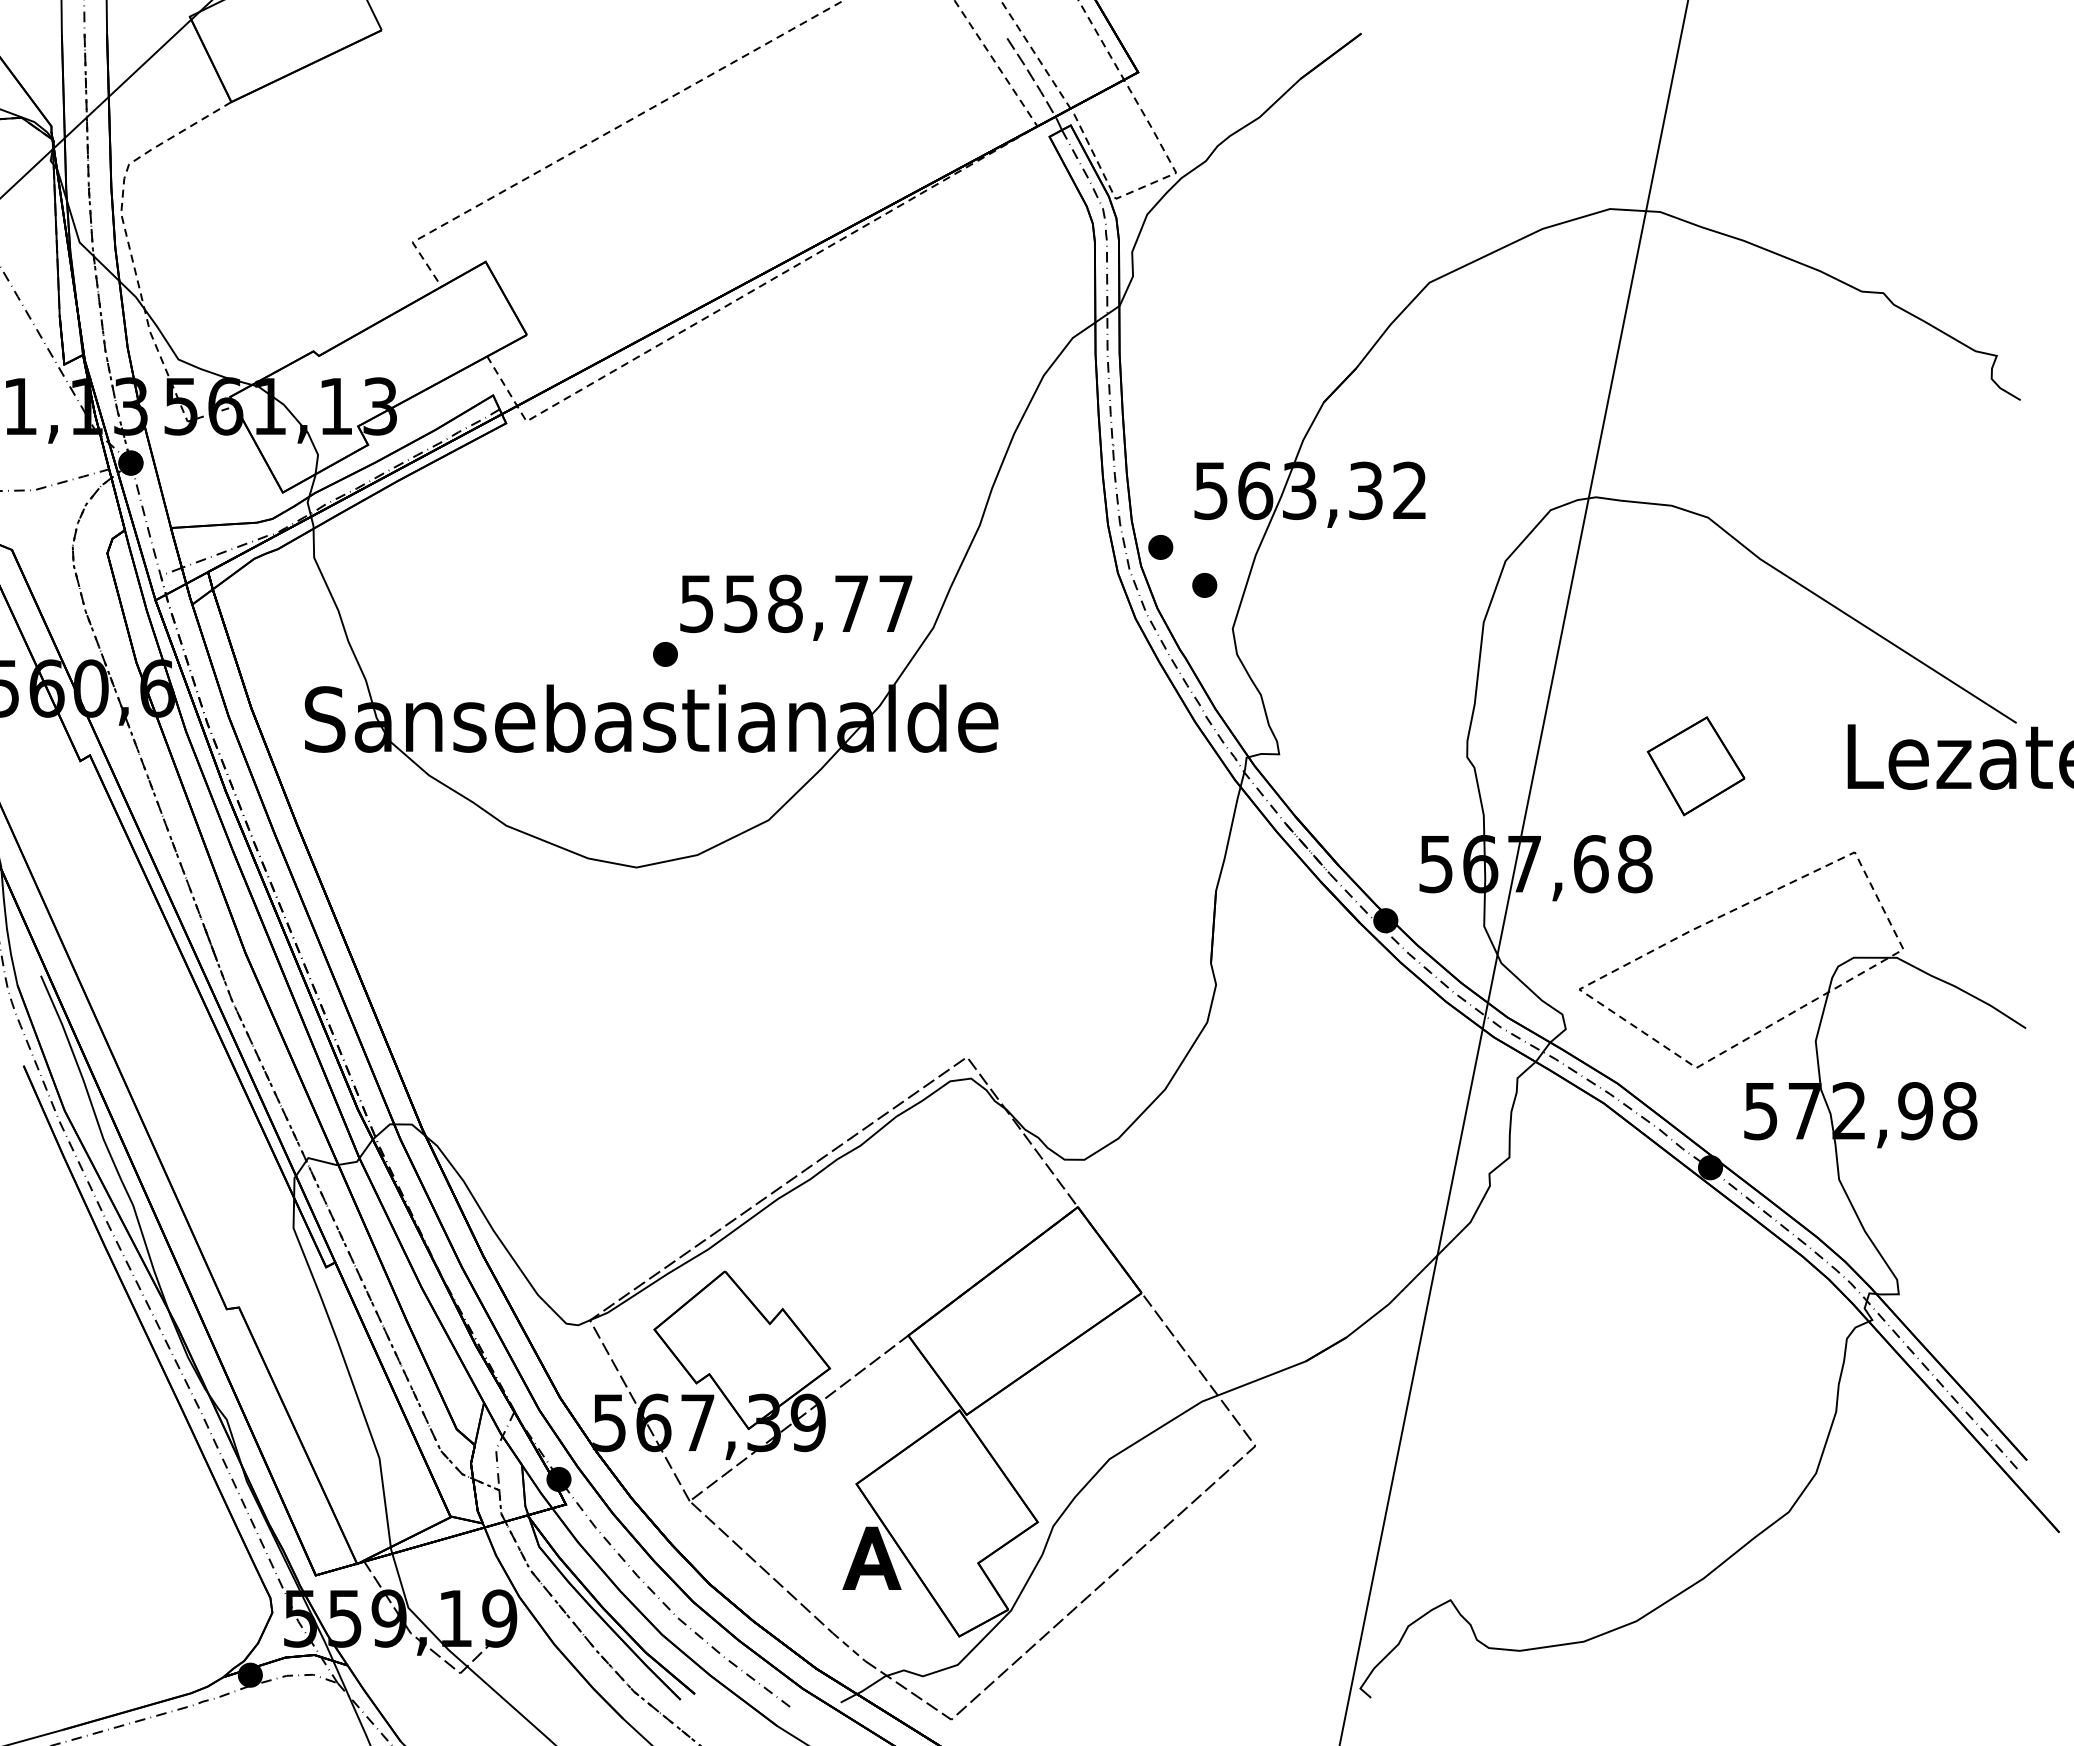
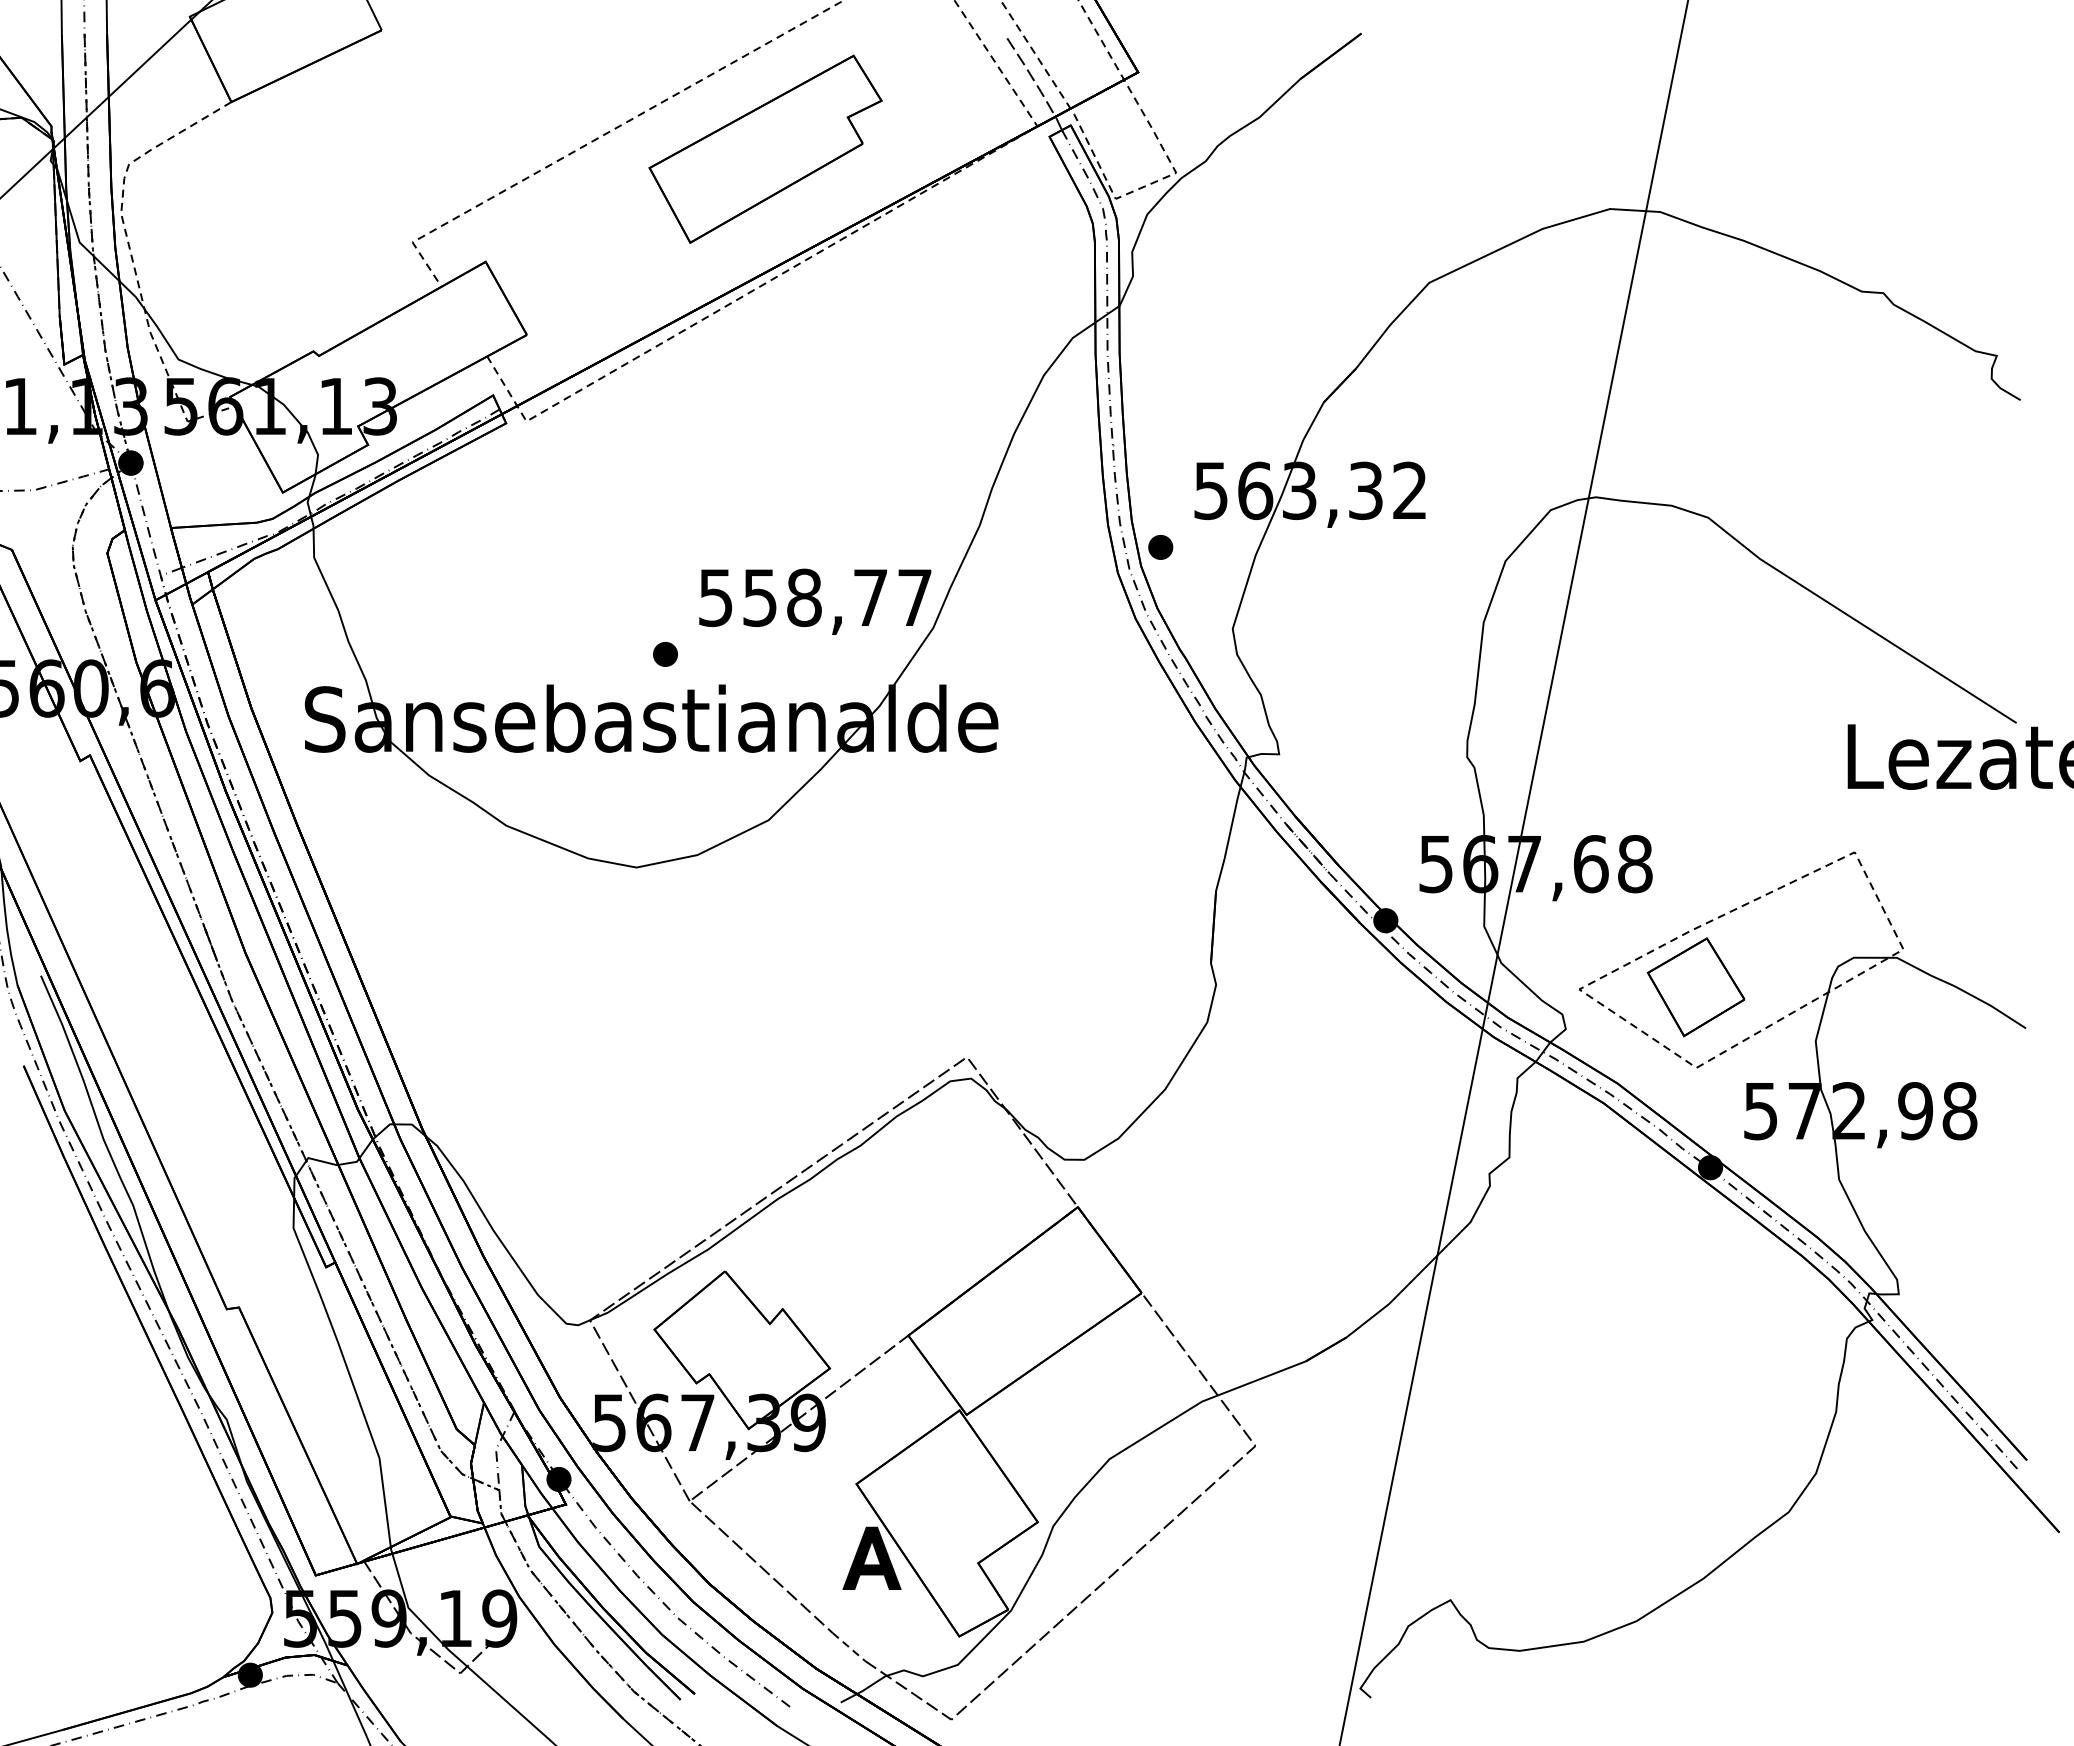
part at (765, 148): none -> present
part at (1204, 585): present -> none
text at (796, 607) position: (796, 607) -> (815, 601)
part at (1695, 766) position: (1695, 766) -> (1695, 987)
